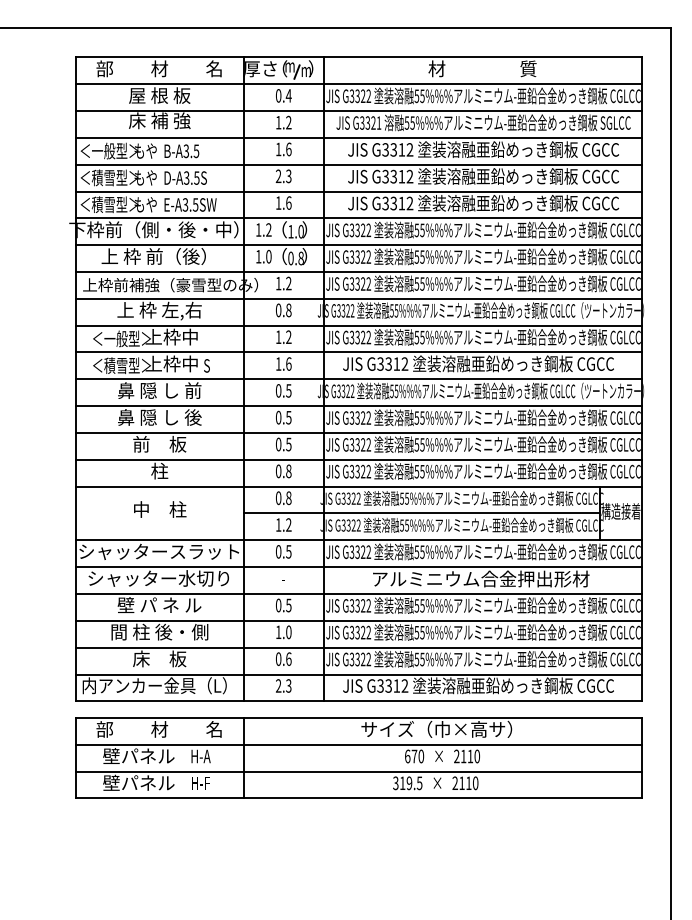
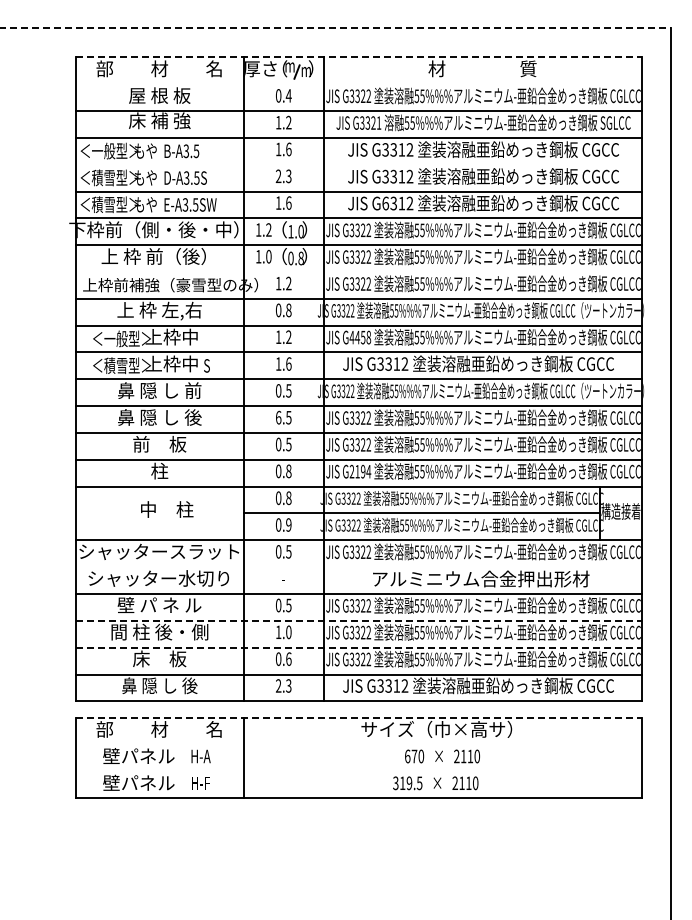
line at (336, 27): solid -> dashed
line at (358, 57): solid -> dashed
line at (358, 84): present -> none
line at (358, 164): present -> none
text at (385, 203): G3312 -> G6312
line at (358, 272): present -> none
text at (360, 337): G3322 -> G4458
text at (278, 417): 0.5 -> 6.5
text at (360, 471): G3322 -> G2194
text at (160, 509) position: (160, 509) -> (167, 509)
text at (283, 524): 1.2 -> 0.9
line at (358, 567): present -> none
line at (358, 620): solid -> dashed
line at (358, 647): solid -> dashed
text at (154, 685): 内アンカー金具（L） -> 鼻 隠 し 後
line at (358, 718): solid -> dashed
line at (358, 744): present -> none
line at (358, 771): present -> none
